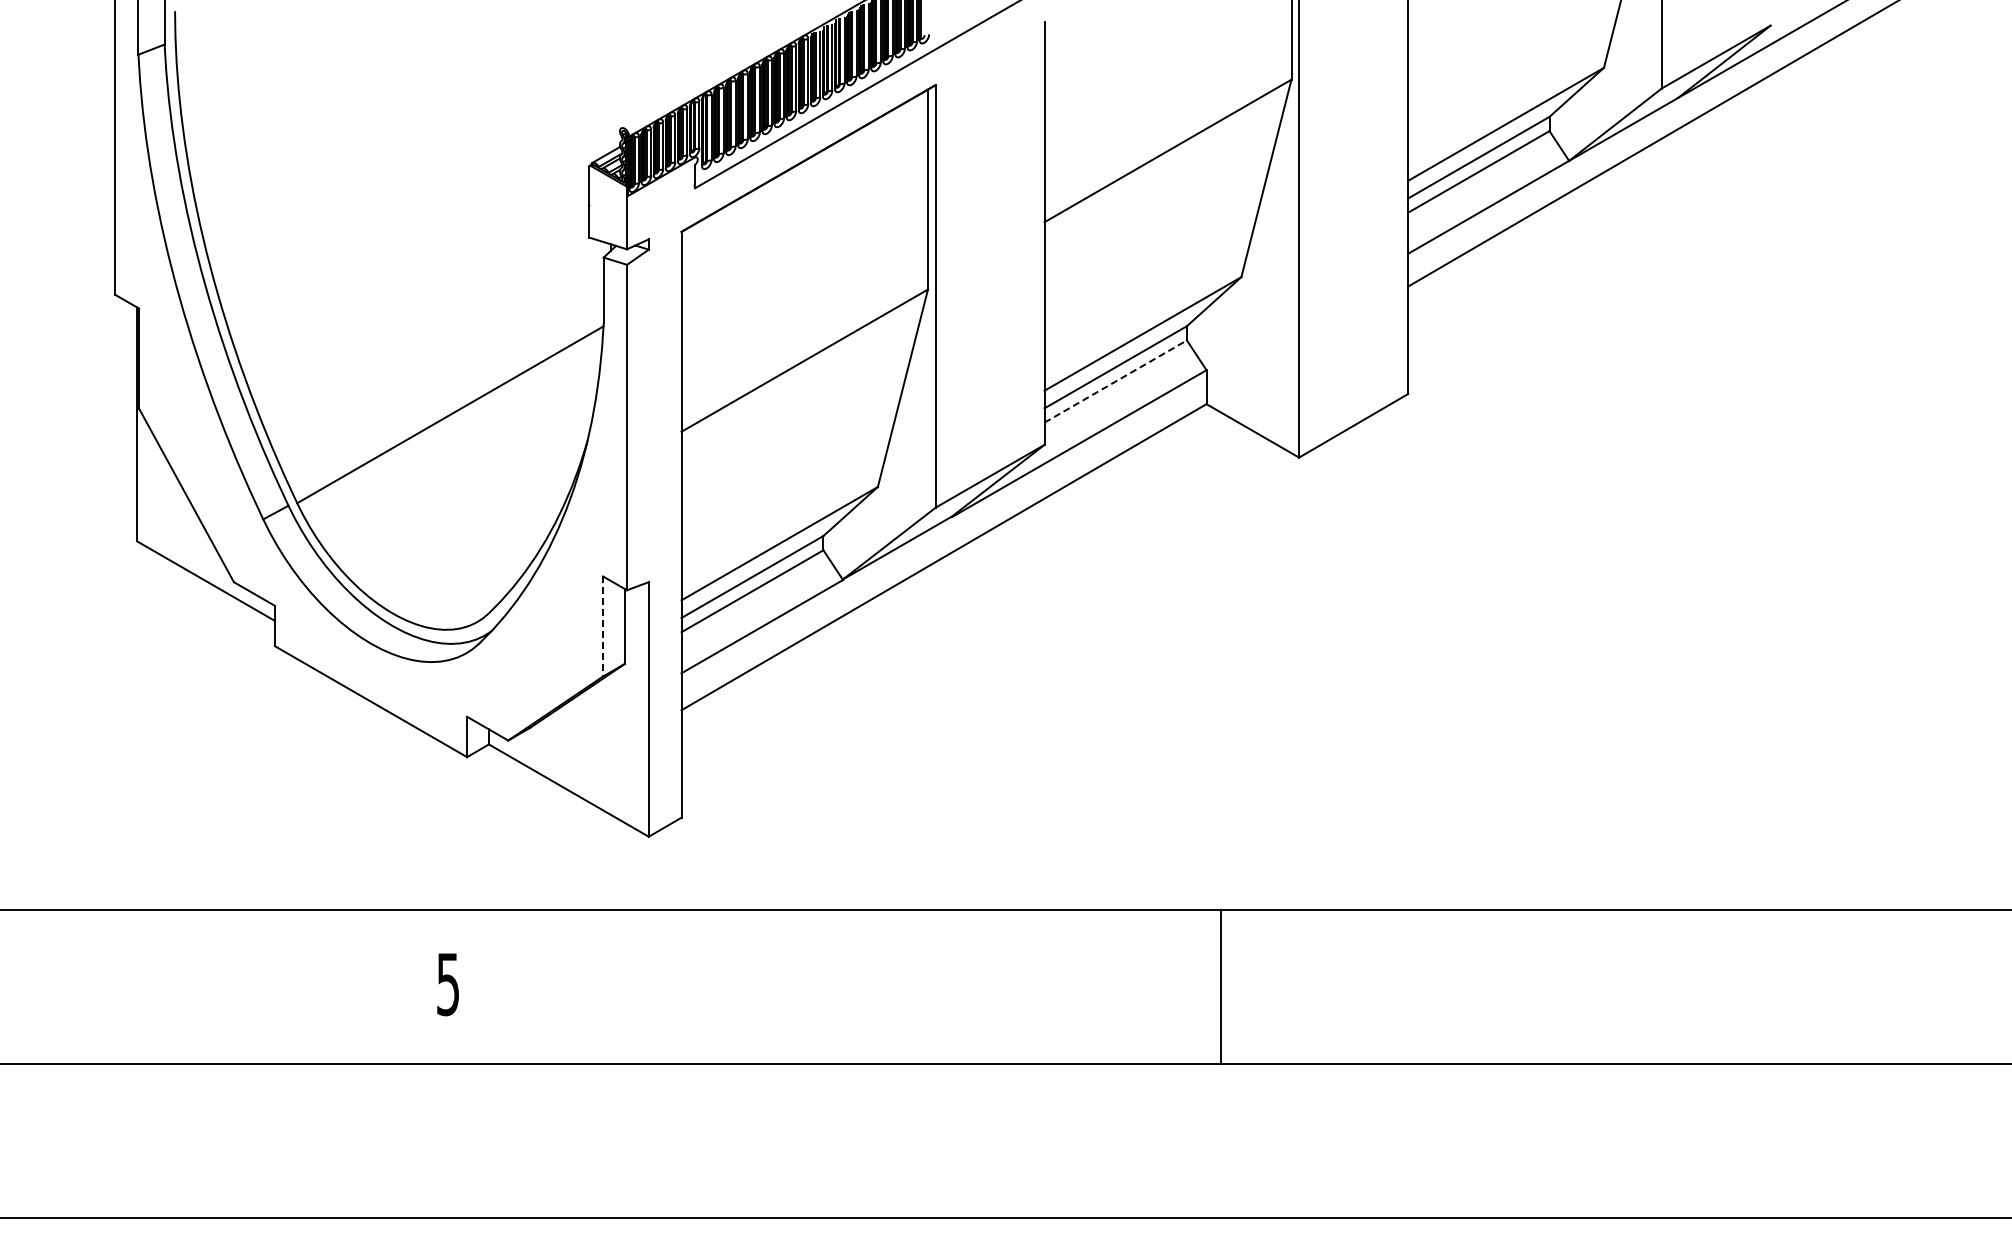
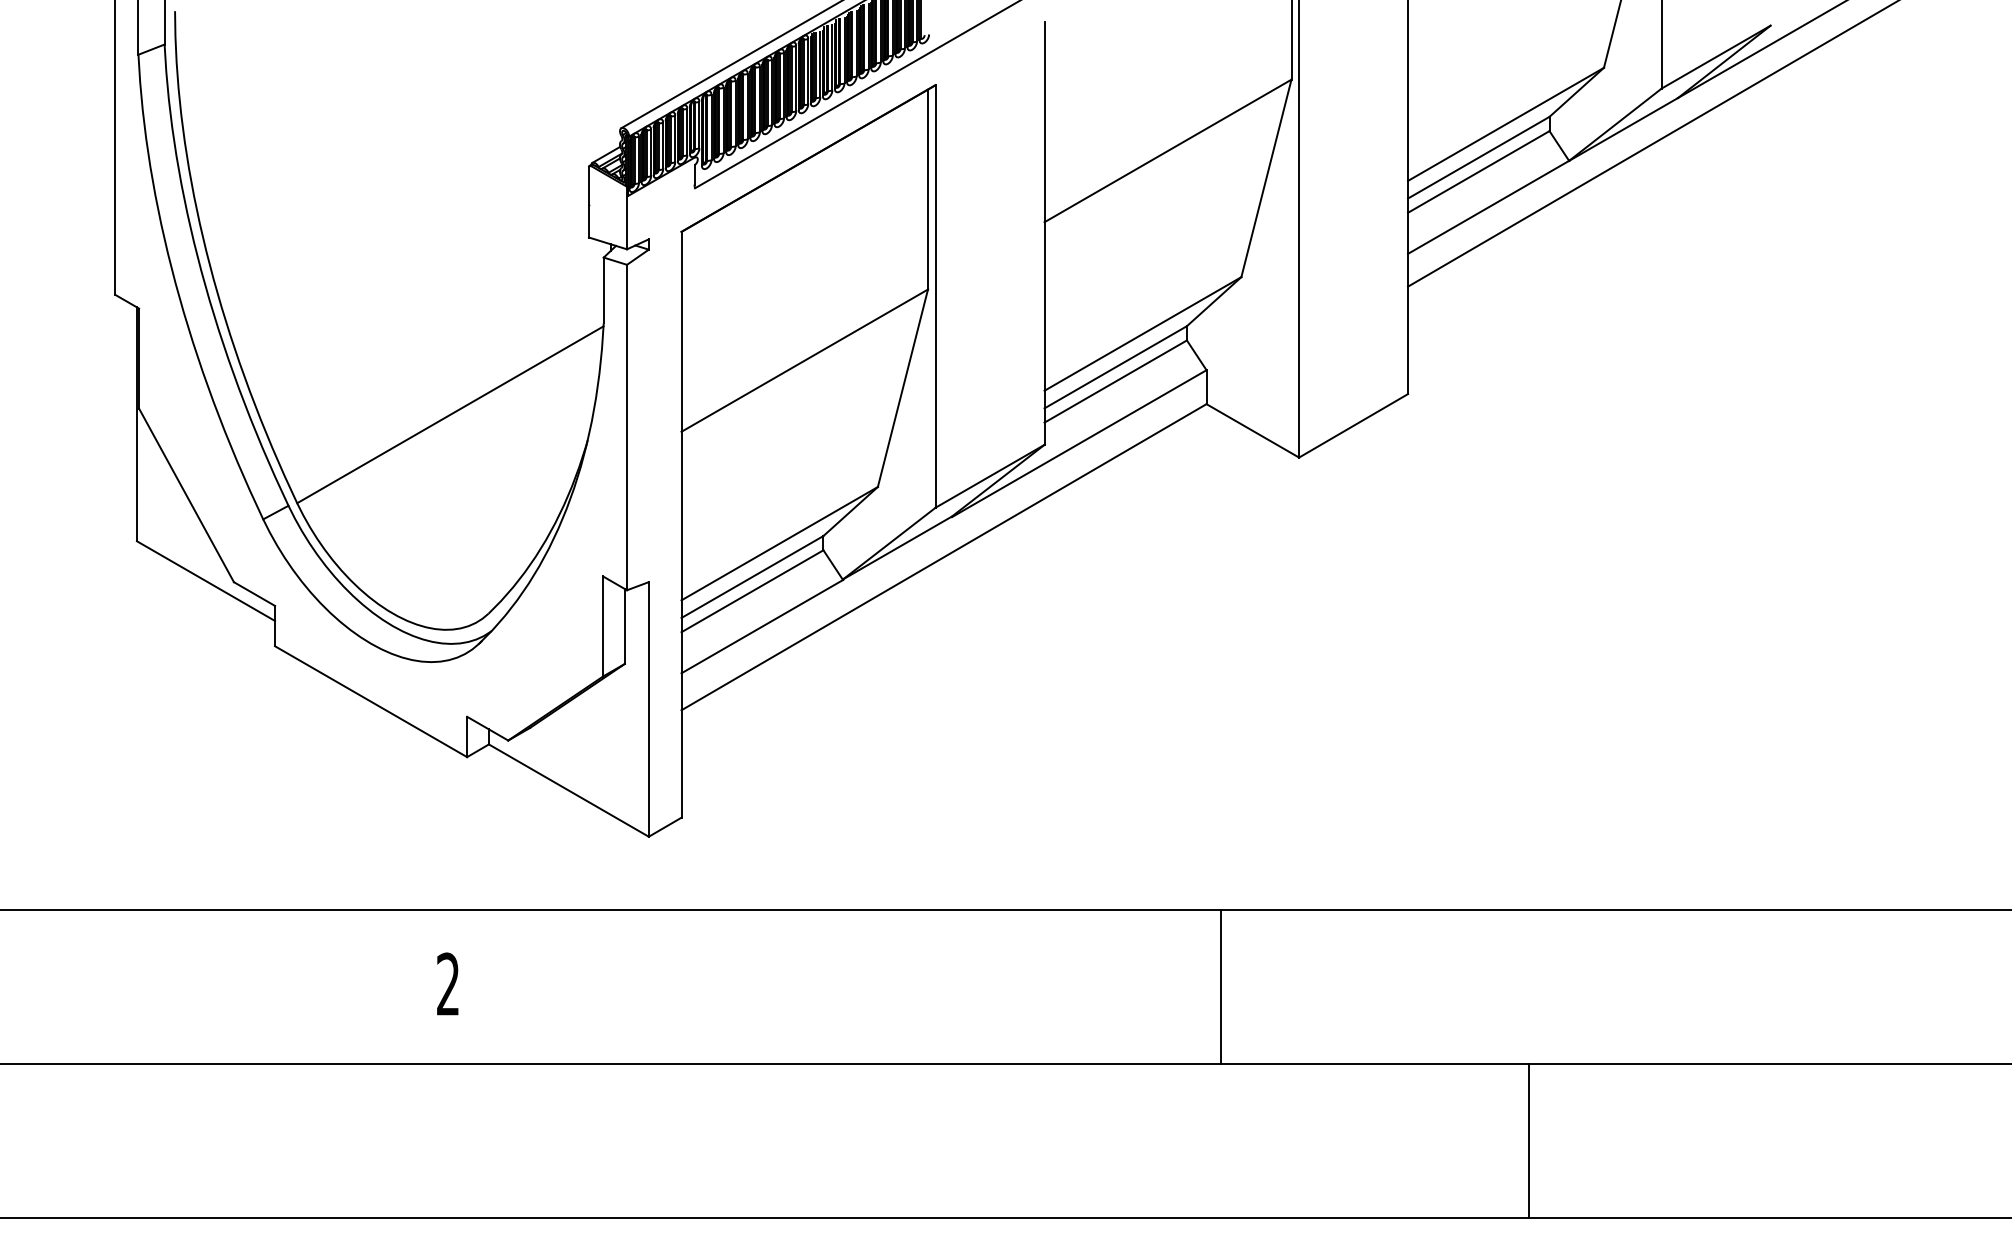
line at (730, 65): none -> present
line at (1116, 381): dashed -> solid
line at (603, 626): dashed -> solid
text at (447, 984): 5 -> 2
line at (1528, 1141): none -> present
